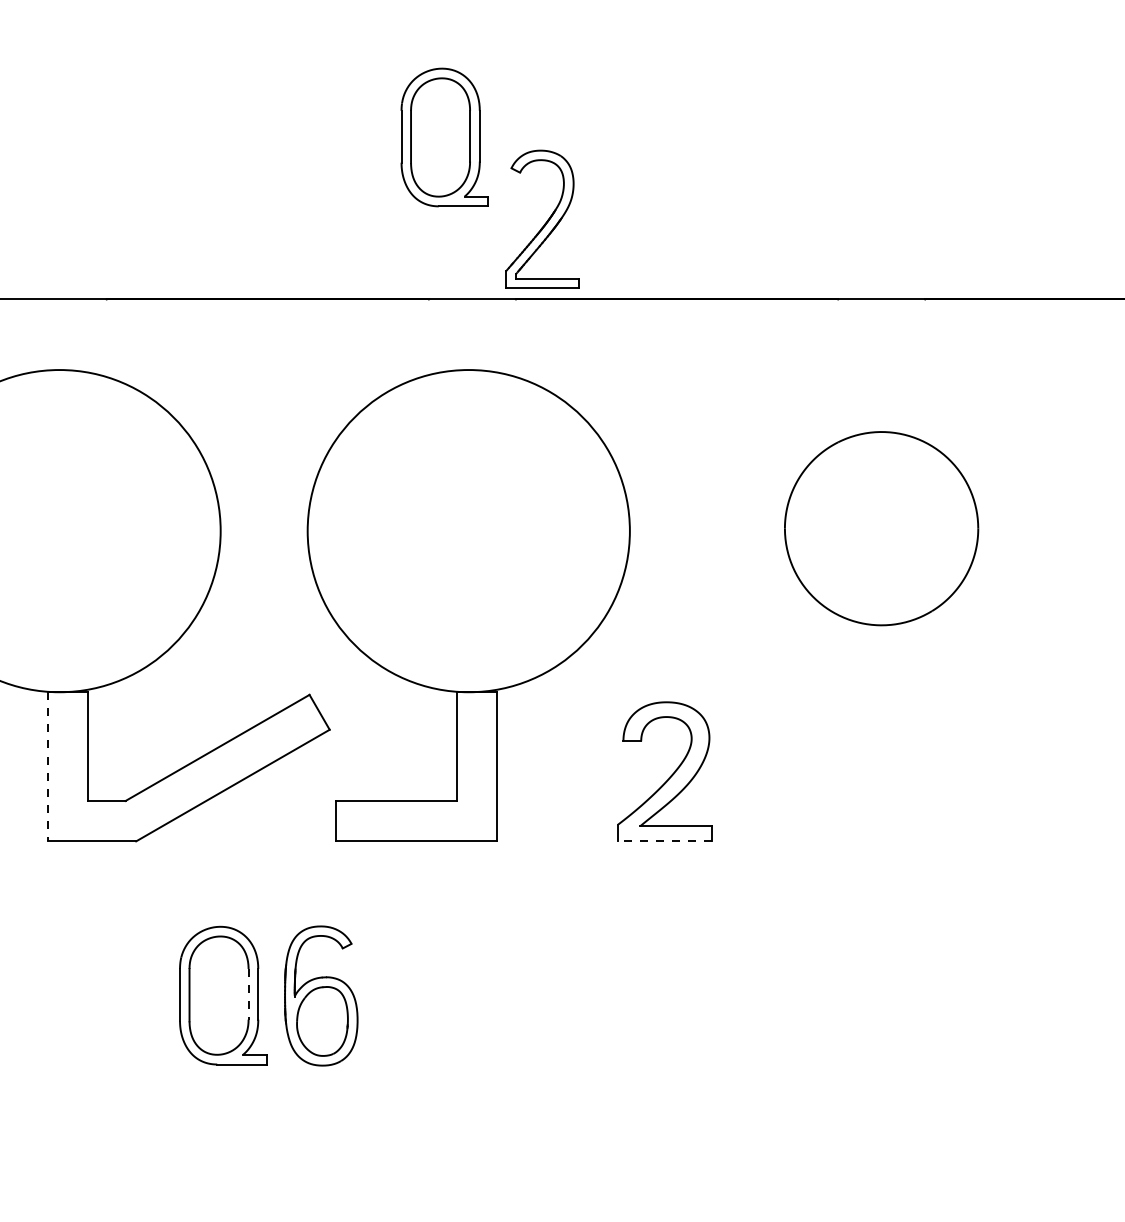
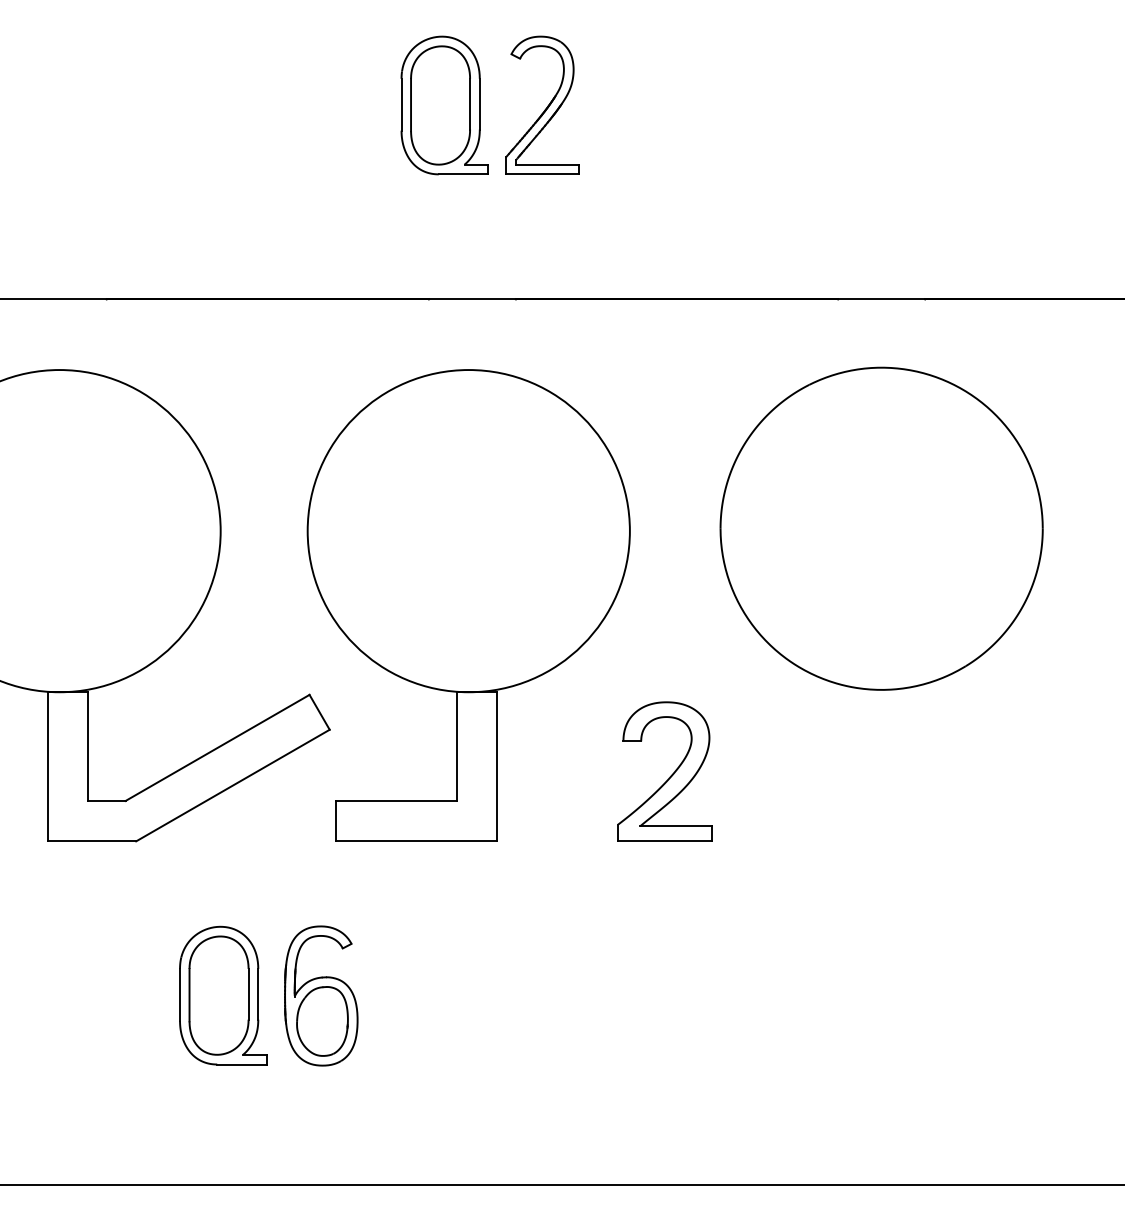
part at (444, 137) position: (444, 137) -> (444, 105)
part at (542, 218) position: (542, 218) -> (542, 104)
part at (881, 528) size: 196x196 px -> 325x325 px
line at (47, 766): dashed -> solid
line at (664, 841): dashed -> solid
line at (248, 994): dashed -> solid
line at (561, 1185): none -> present
